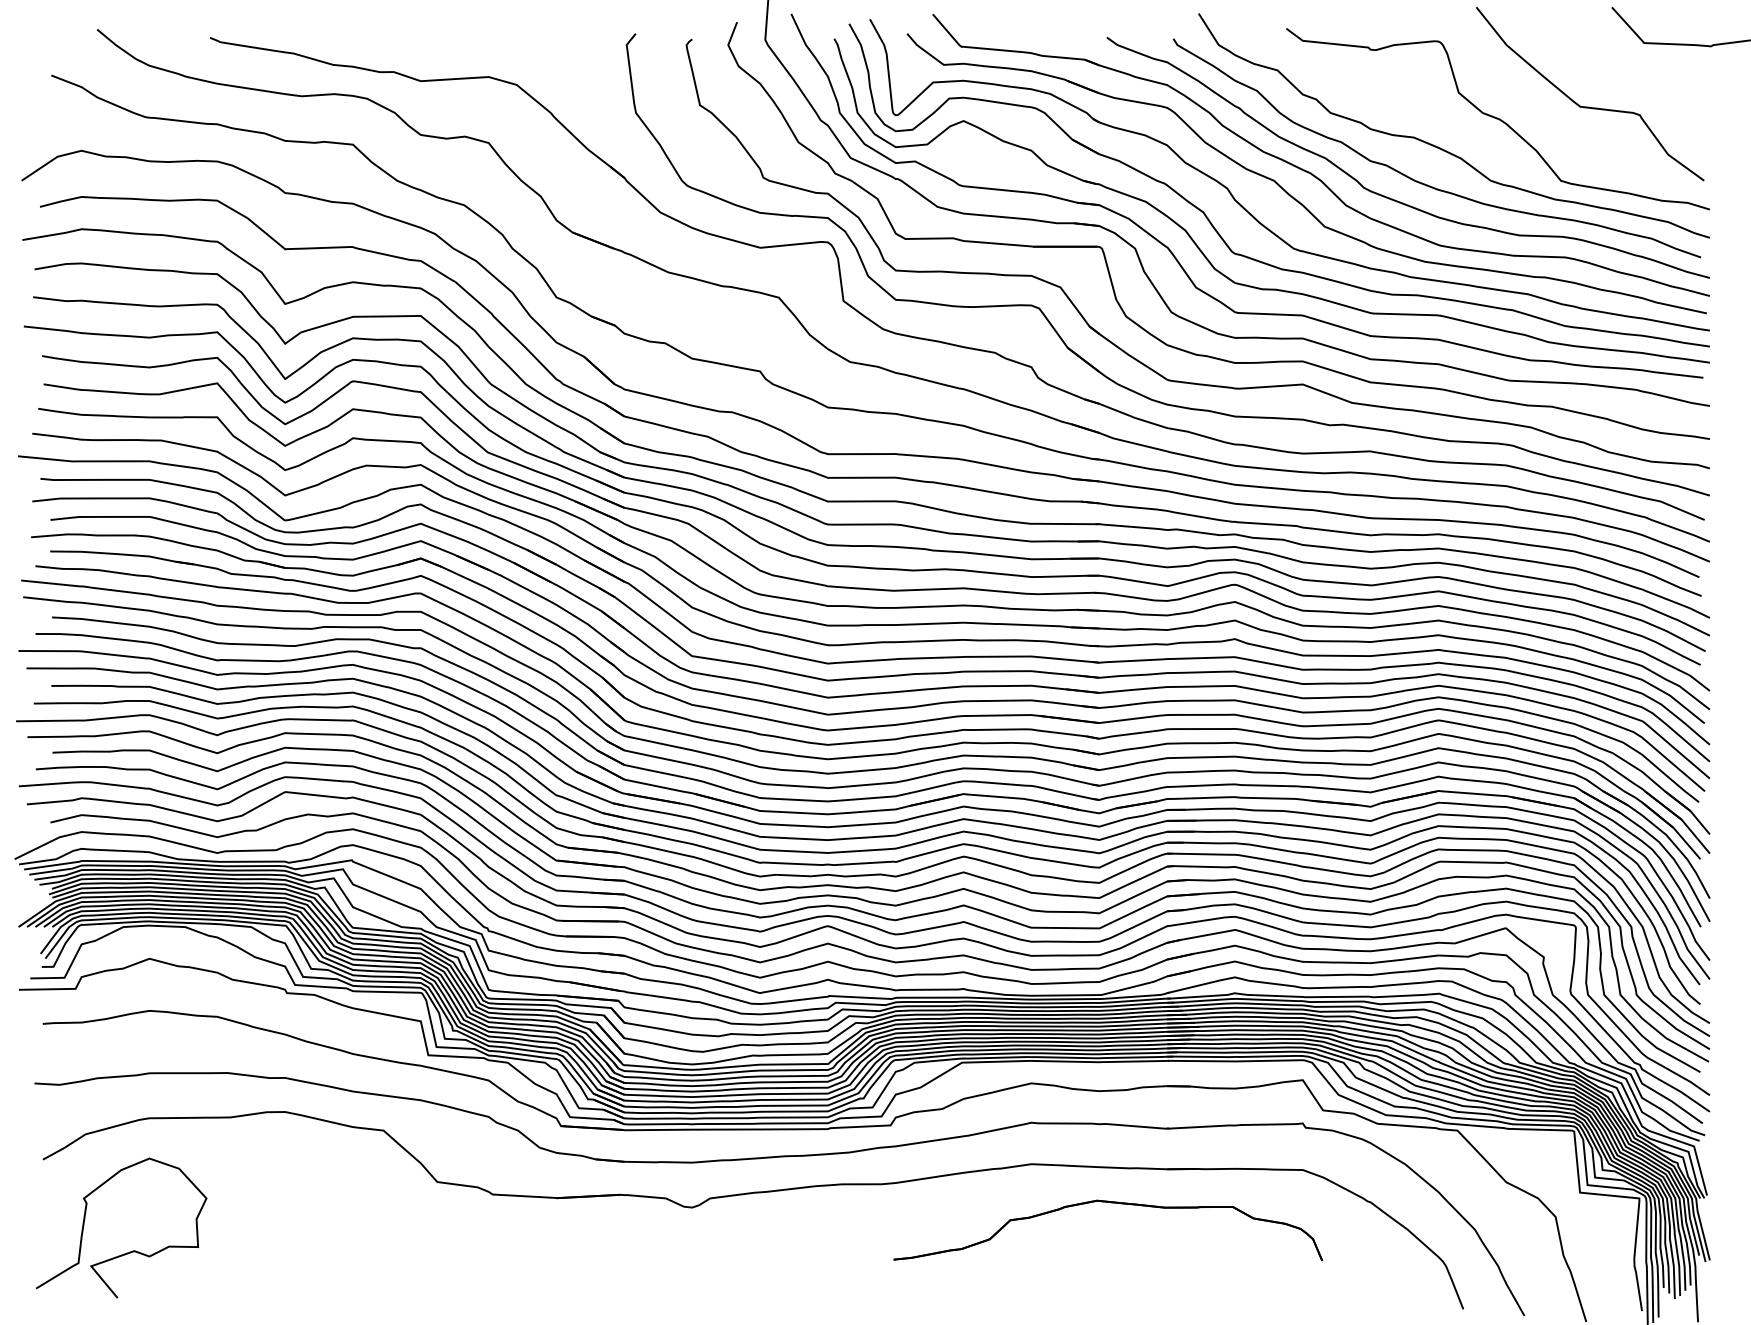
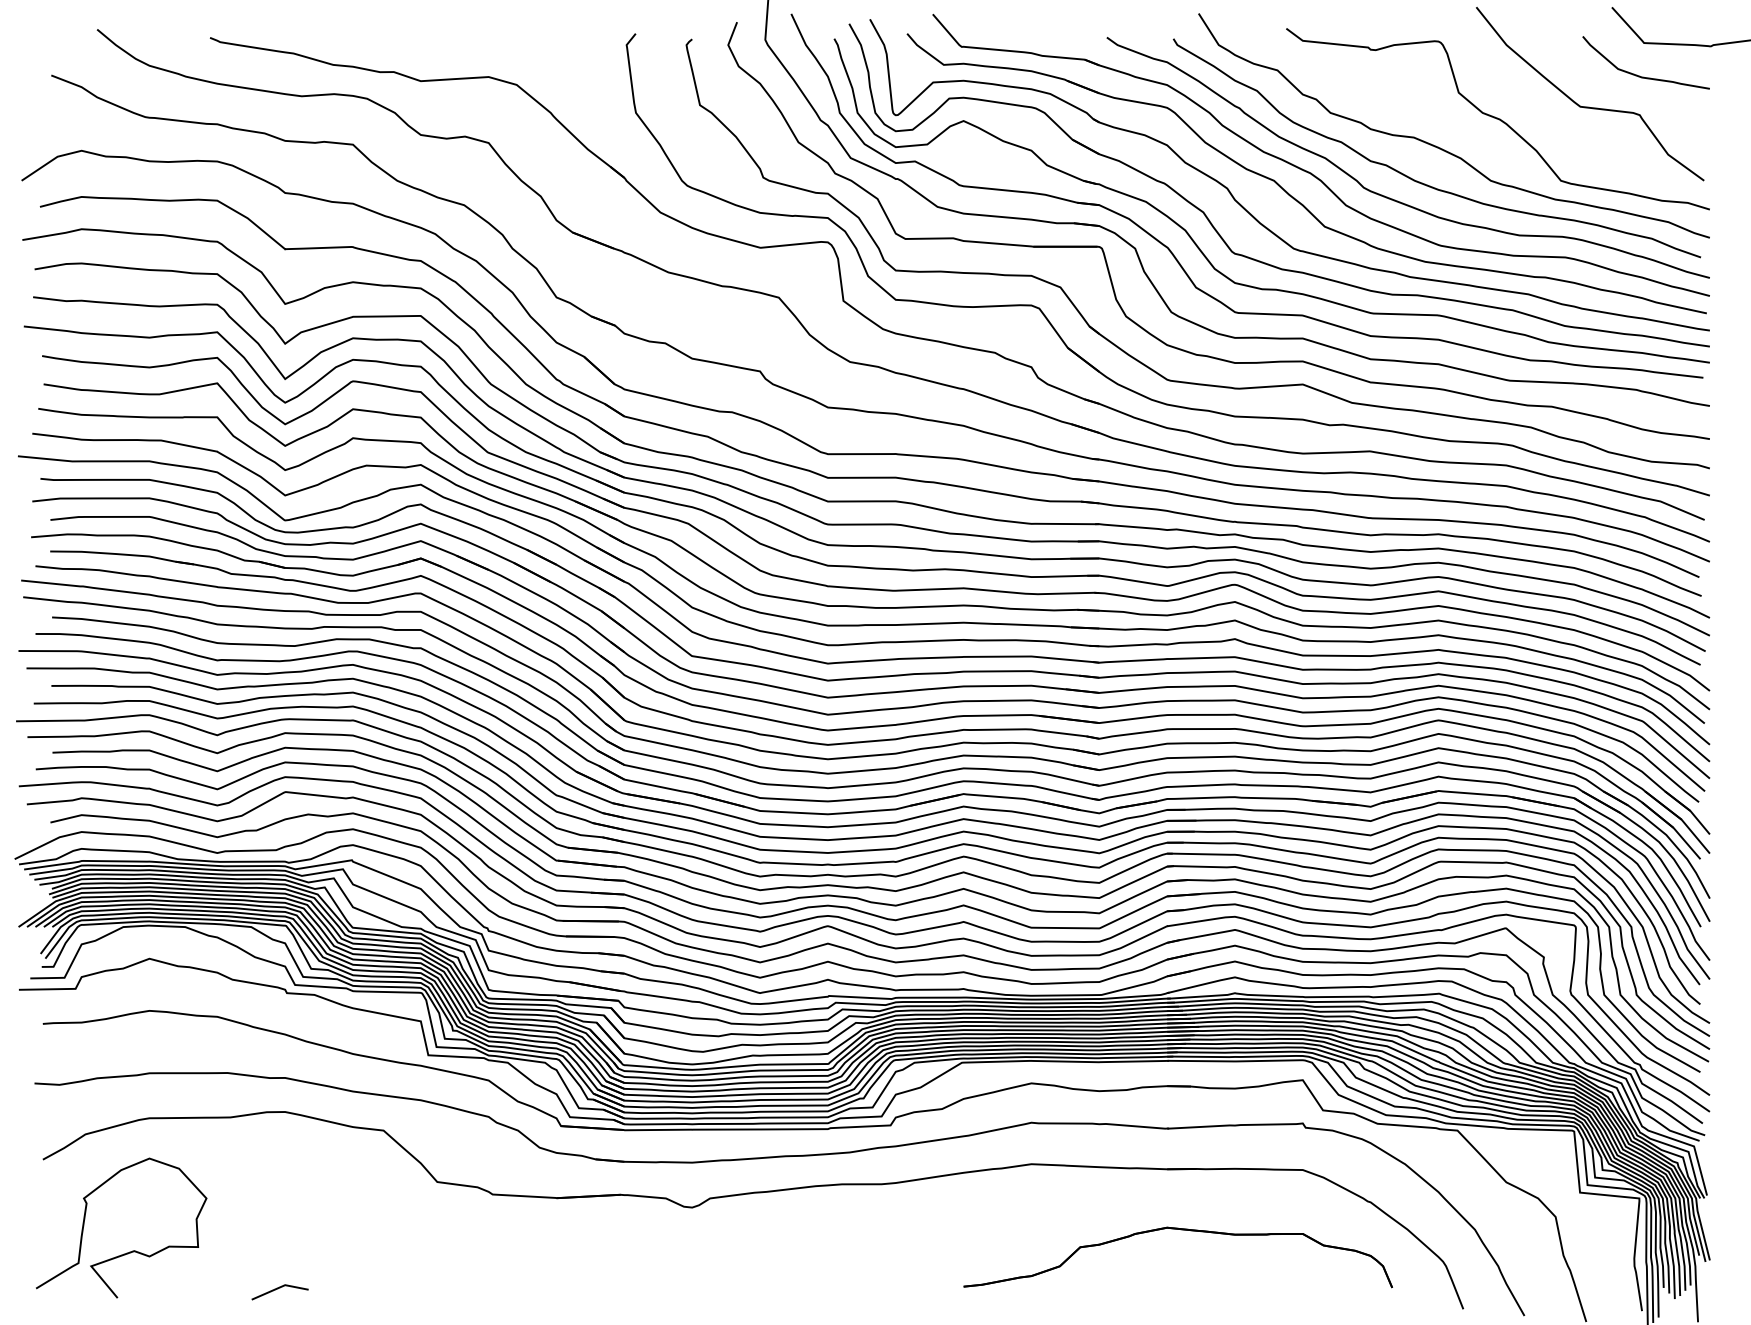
curve at (1643, 76): none -> present
part at (1111, 1203) position: (1111, 1203) -> (1181, 1230)
line at (278, 1289): none -> present
